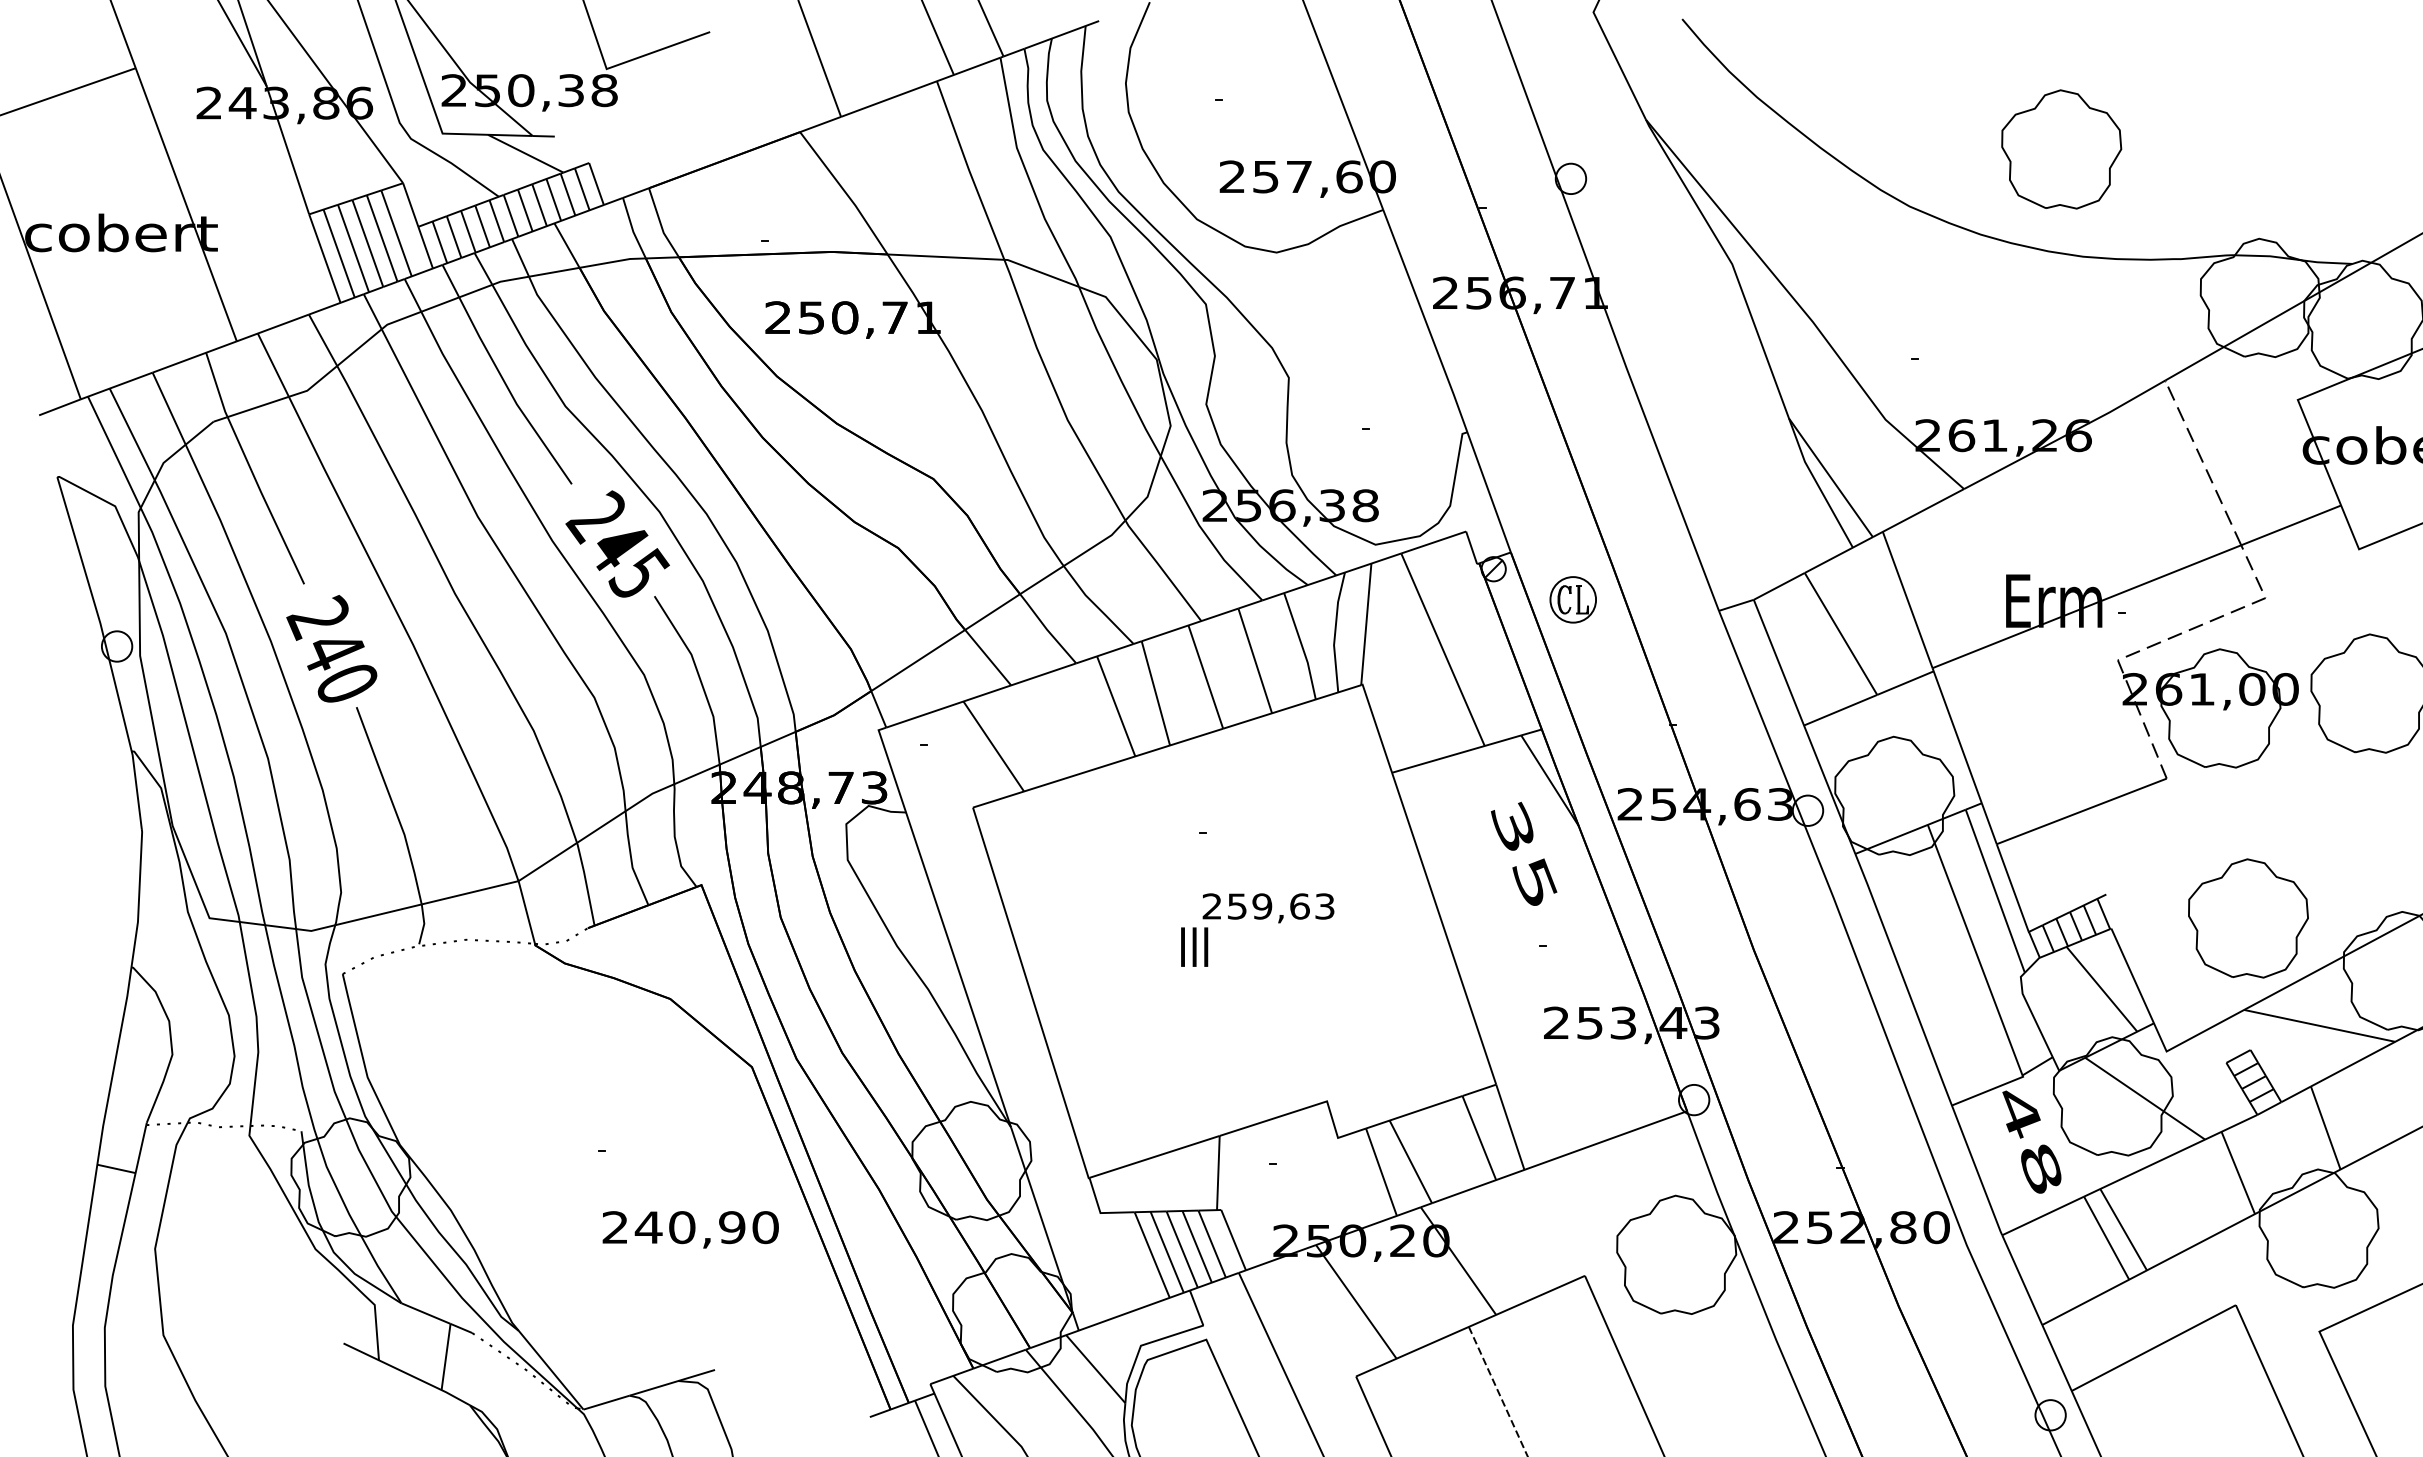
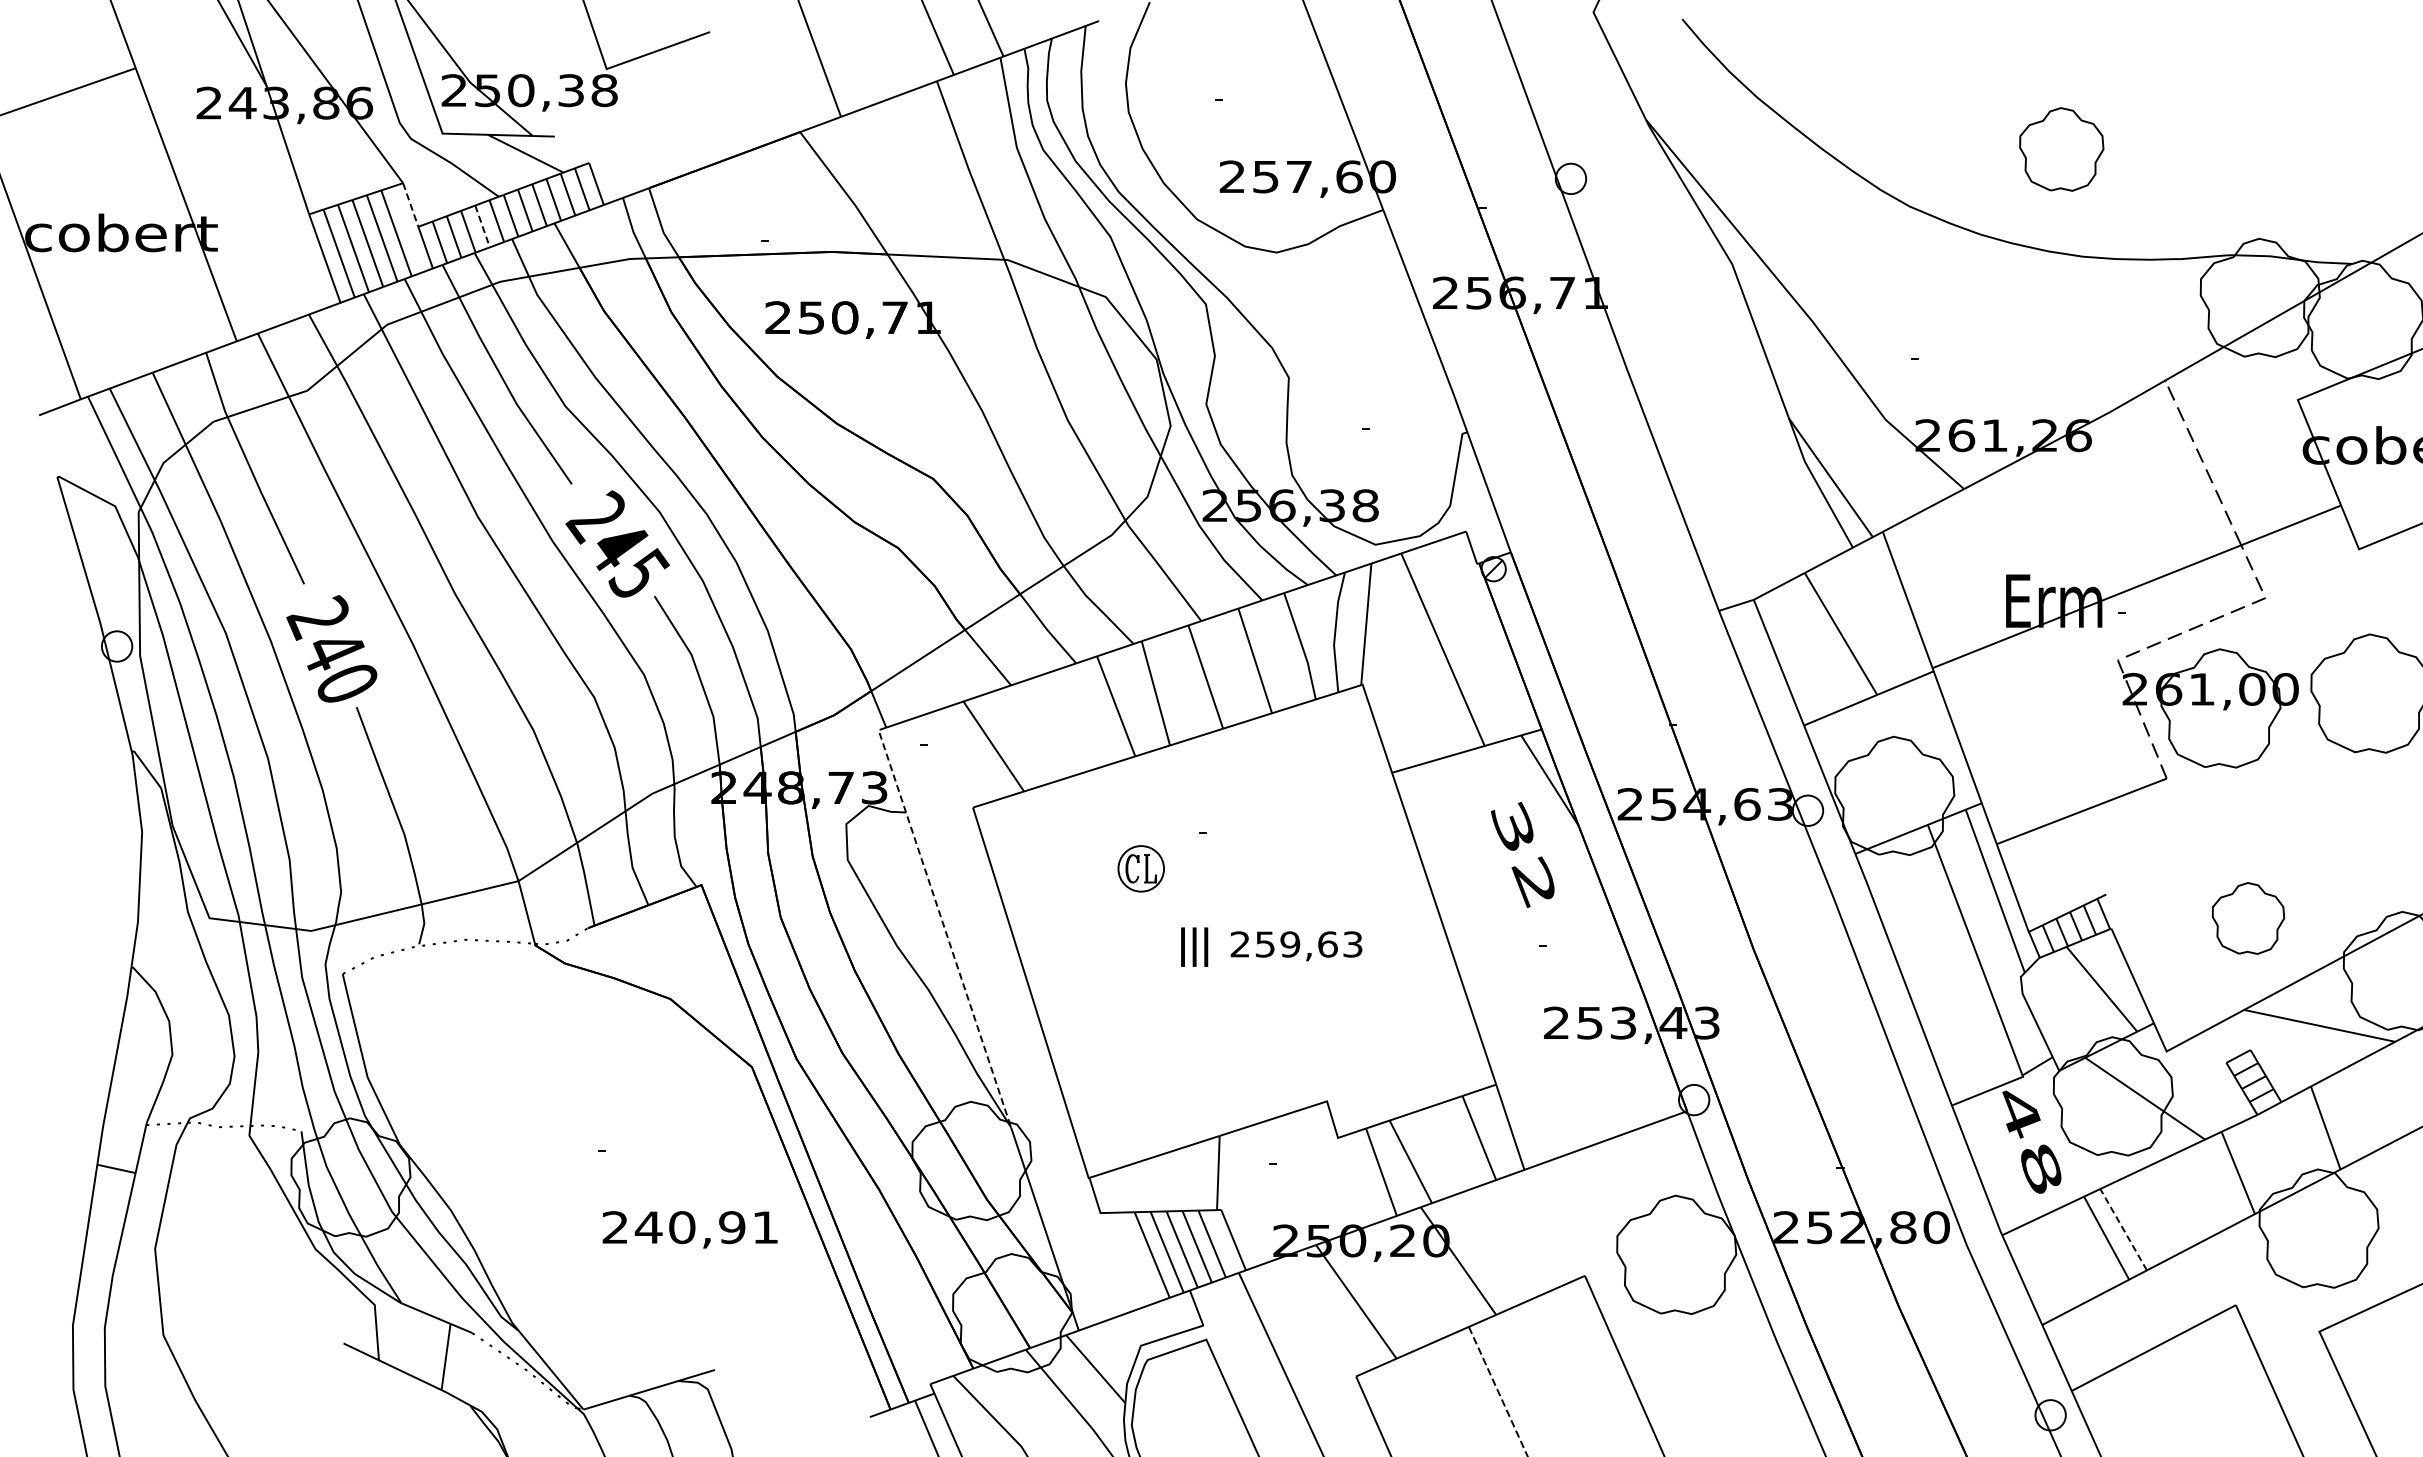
part at (2061, 149) size: 122x121 px -> 86x85 px
line at (410, 205): solid -> dashed
line at (482, 226): solid -> dashed
part at (1572, 599) position: (1572, 599) -> (1140, 868)
text at (1534, 882): 35 -> 32
text at (1268, 908) position: (1268, 908) -> (1296, 946)
part at (2248, 918) size: 121x121 px -> 75x73 px
line at (943, 924): solid -> dashed
text at (765, 1227): 240,90 -> 240,91
line at (2123, 1229): solid -> dashed
